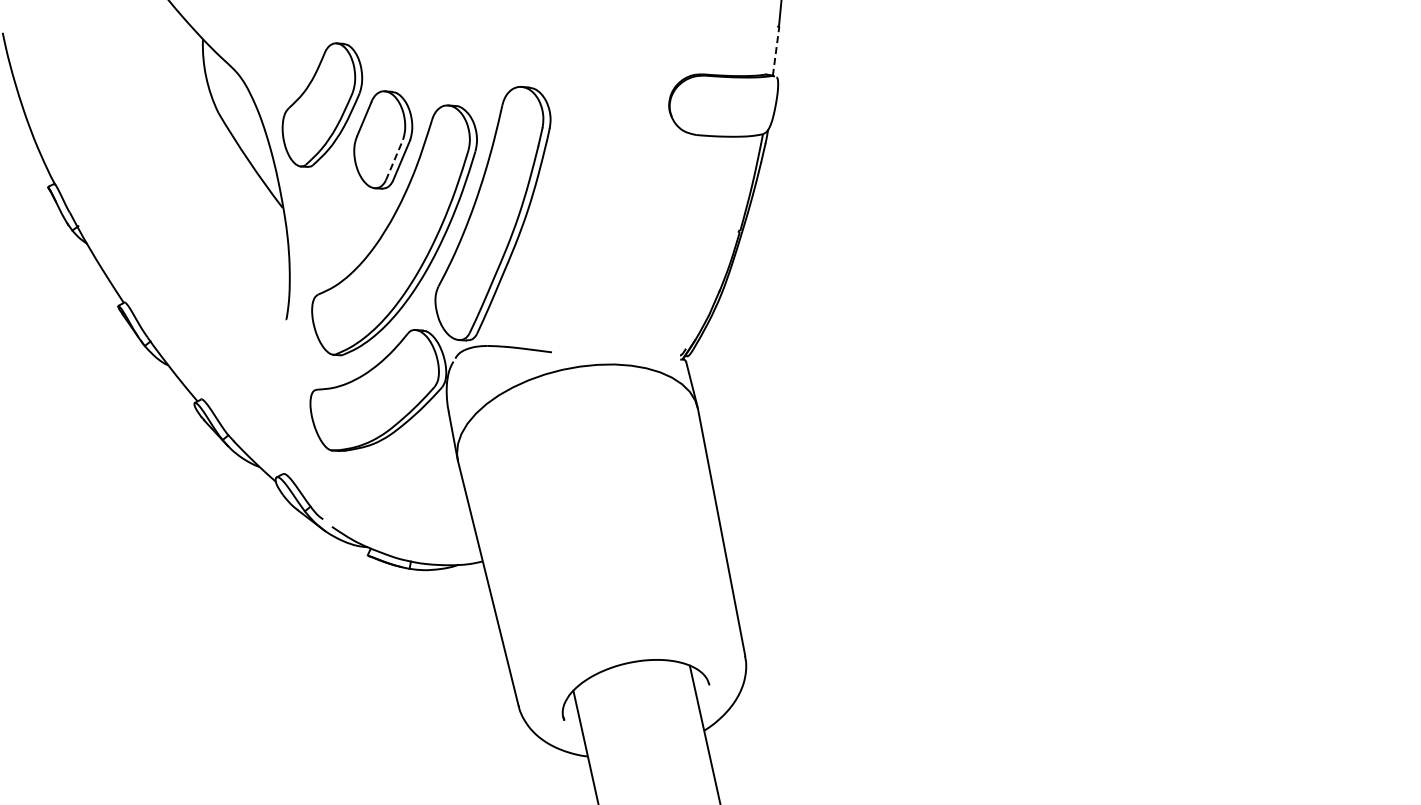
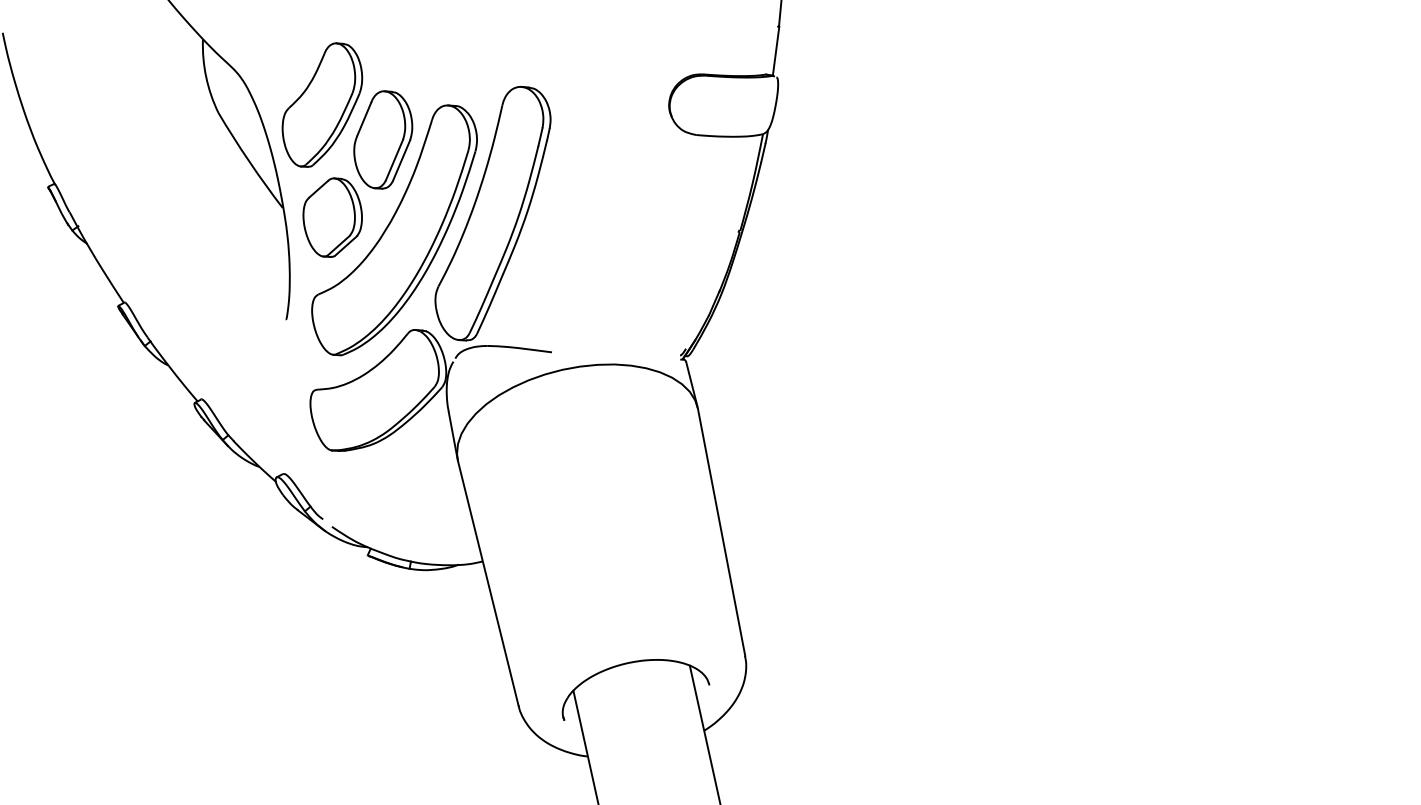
line at (776, 51): dashed -> solid
line at (394, 160): dashed -> solid
part at (332, 217): none -> present
